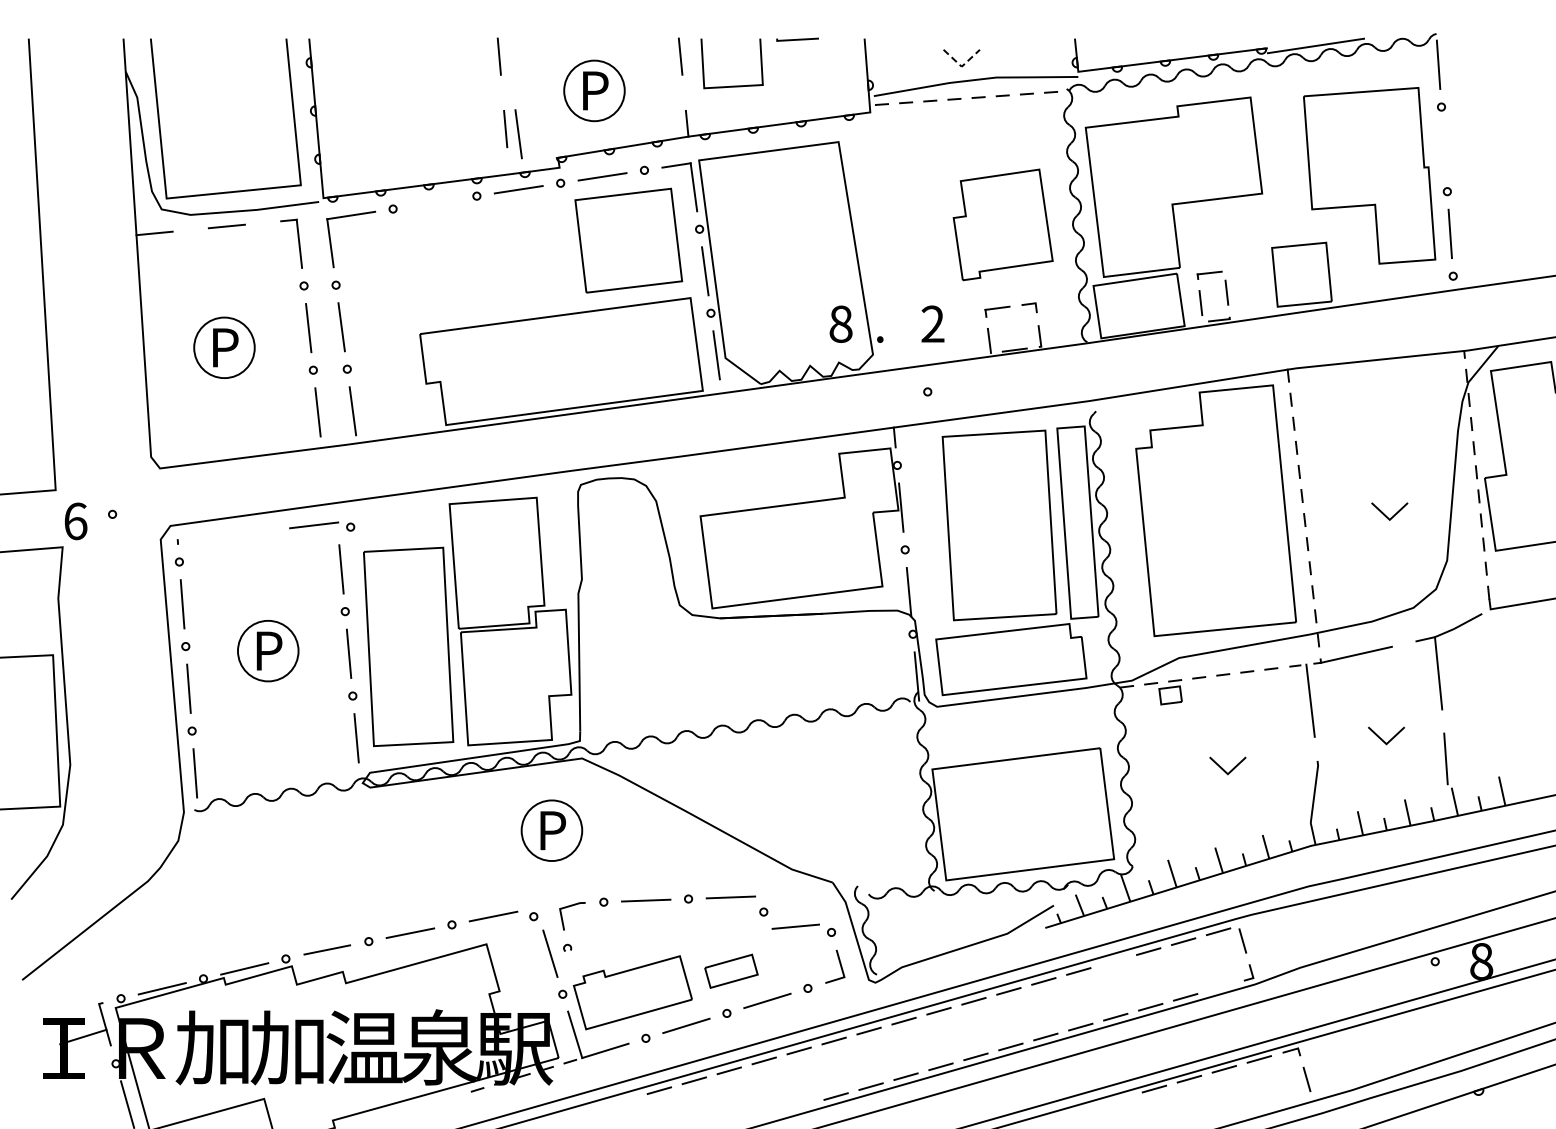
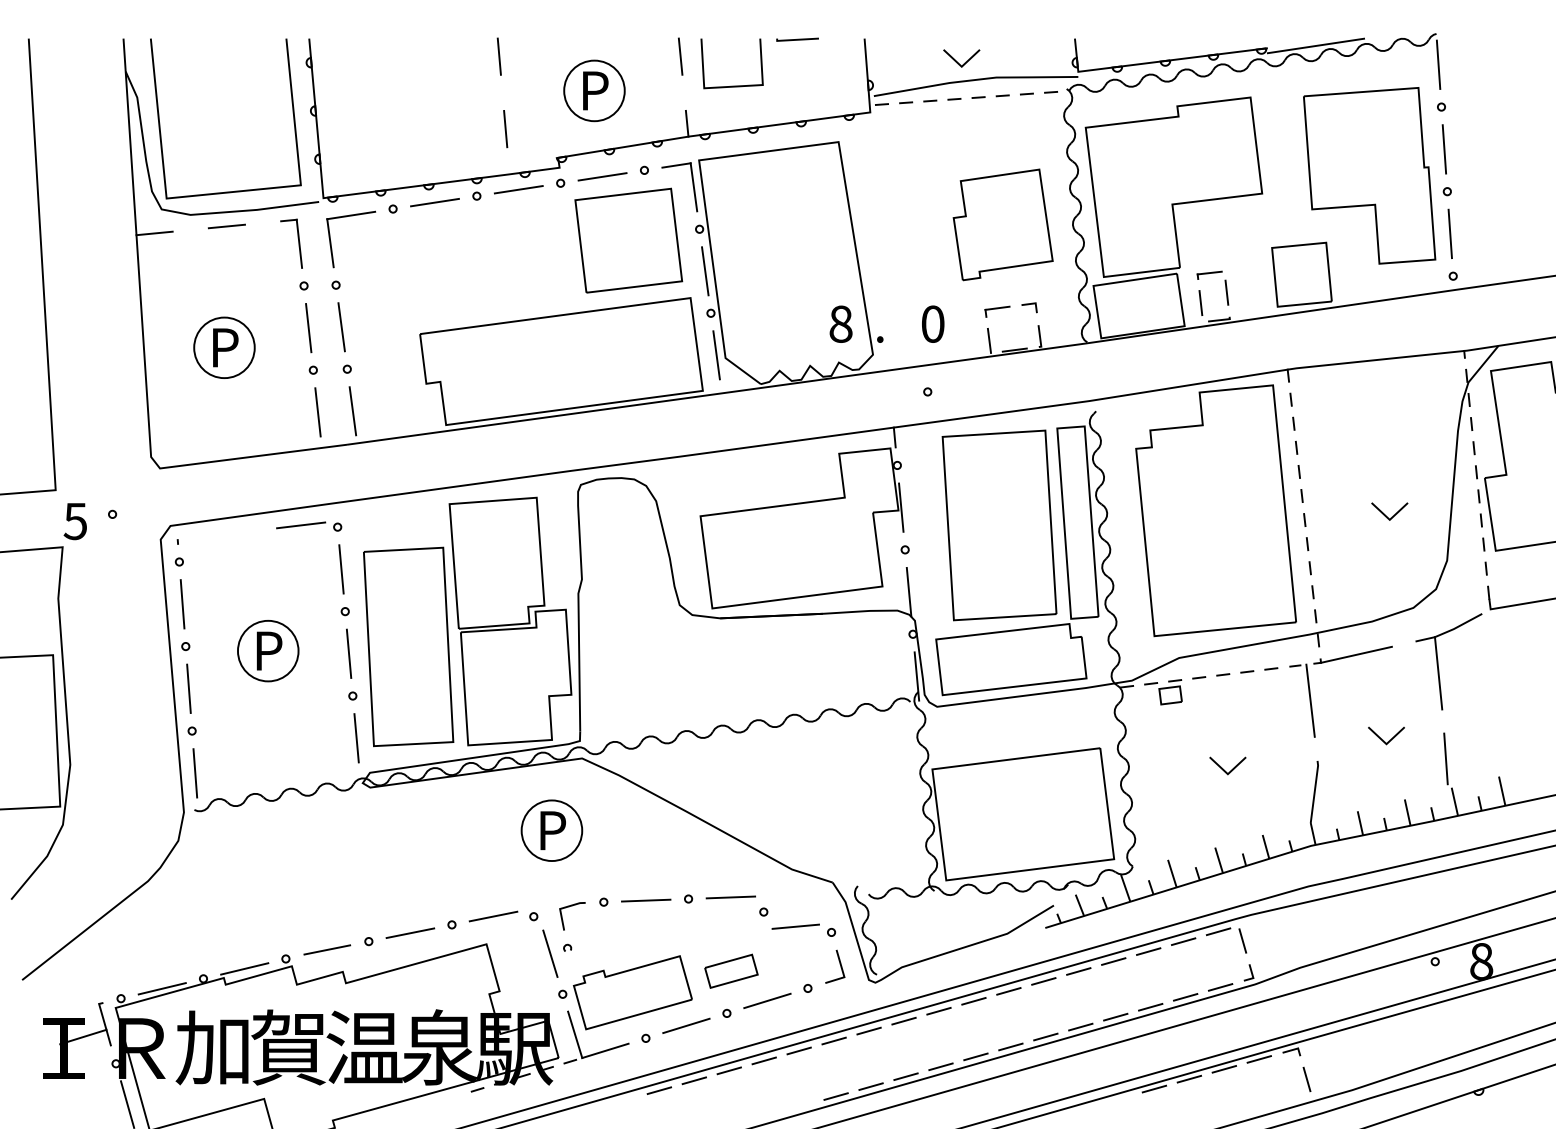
line at (961, 66): dashed -> solid
line at (518, 134): present -> none
line at (1443, 149): none -> present
line at (434, 202): none -> present
text at (932, 323): 2 -> 0
text at (75, 521): 6 -> 5
part at (322, 526) position: (322, 526) -> (309, 526)
line at (1113, 961): none -> present
line at (1220, 987): none -> present
text at (287, 1047): 加 -> 賀
